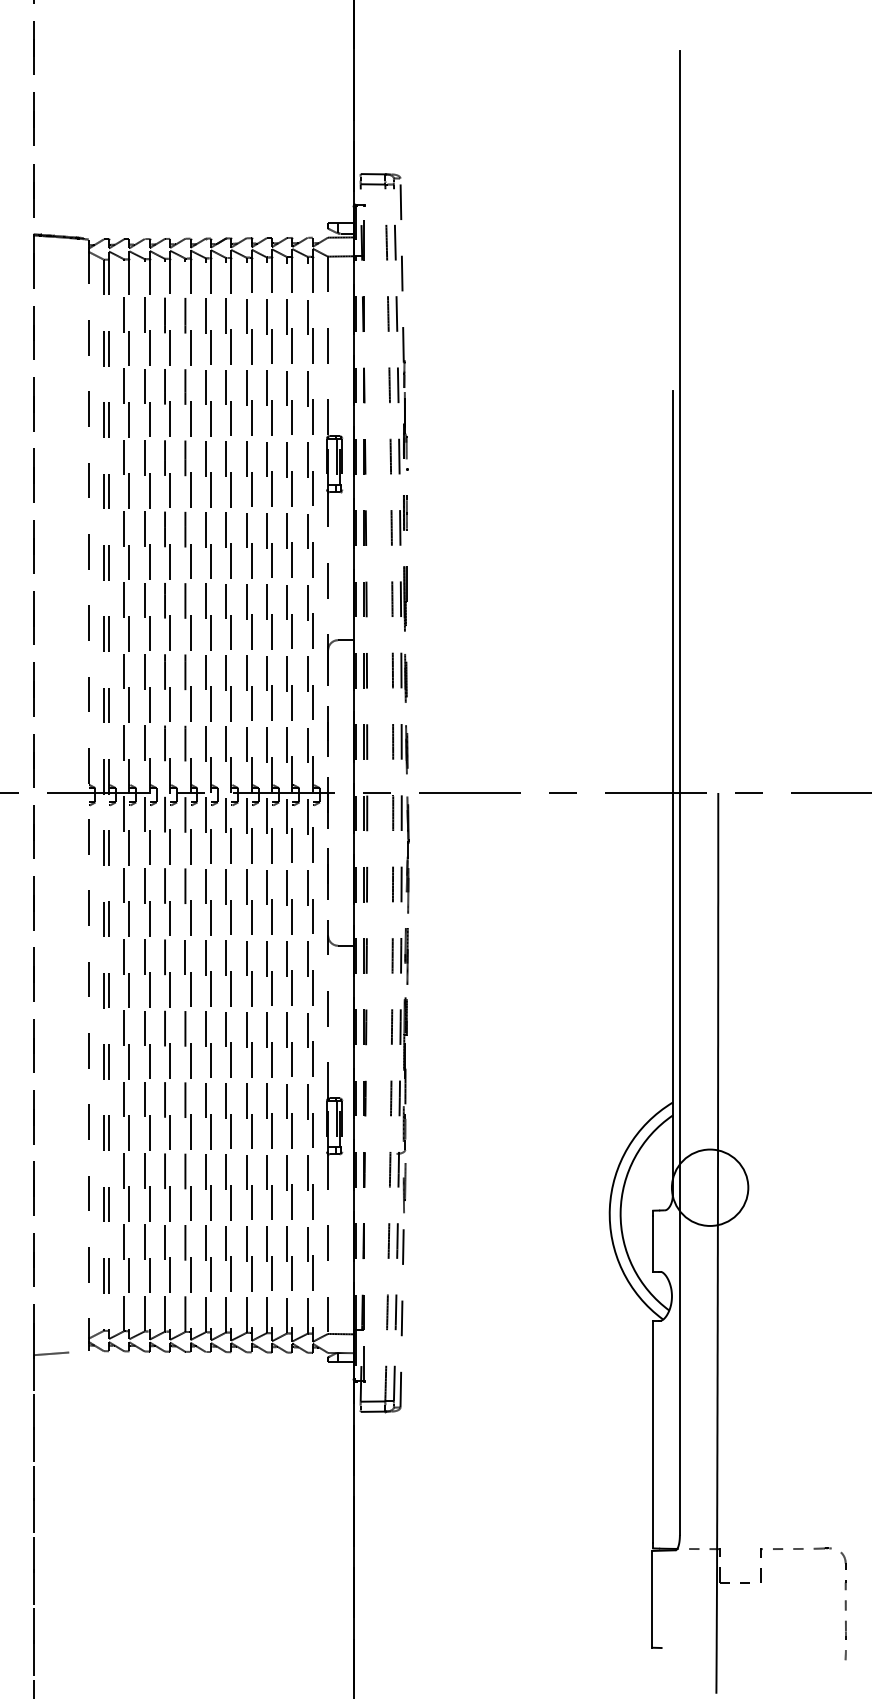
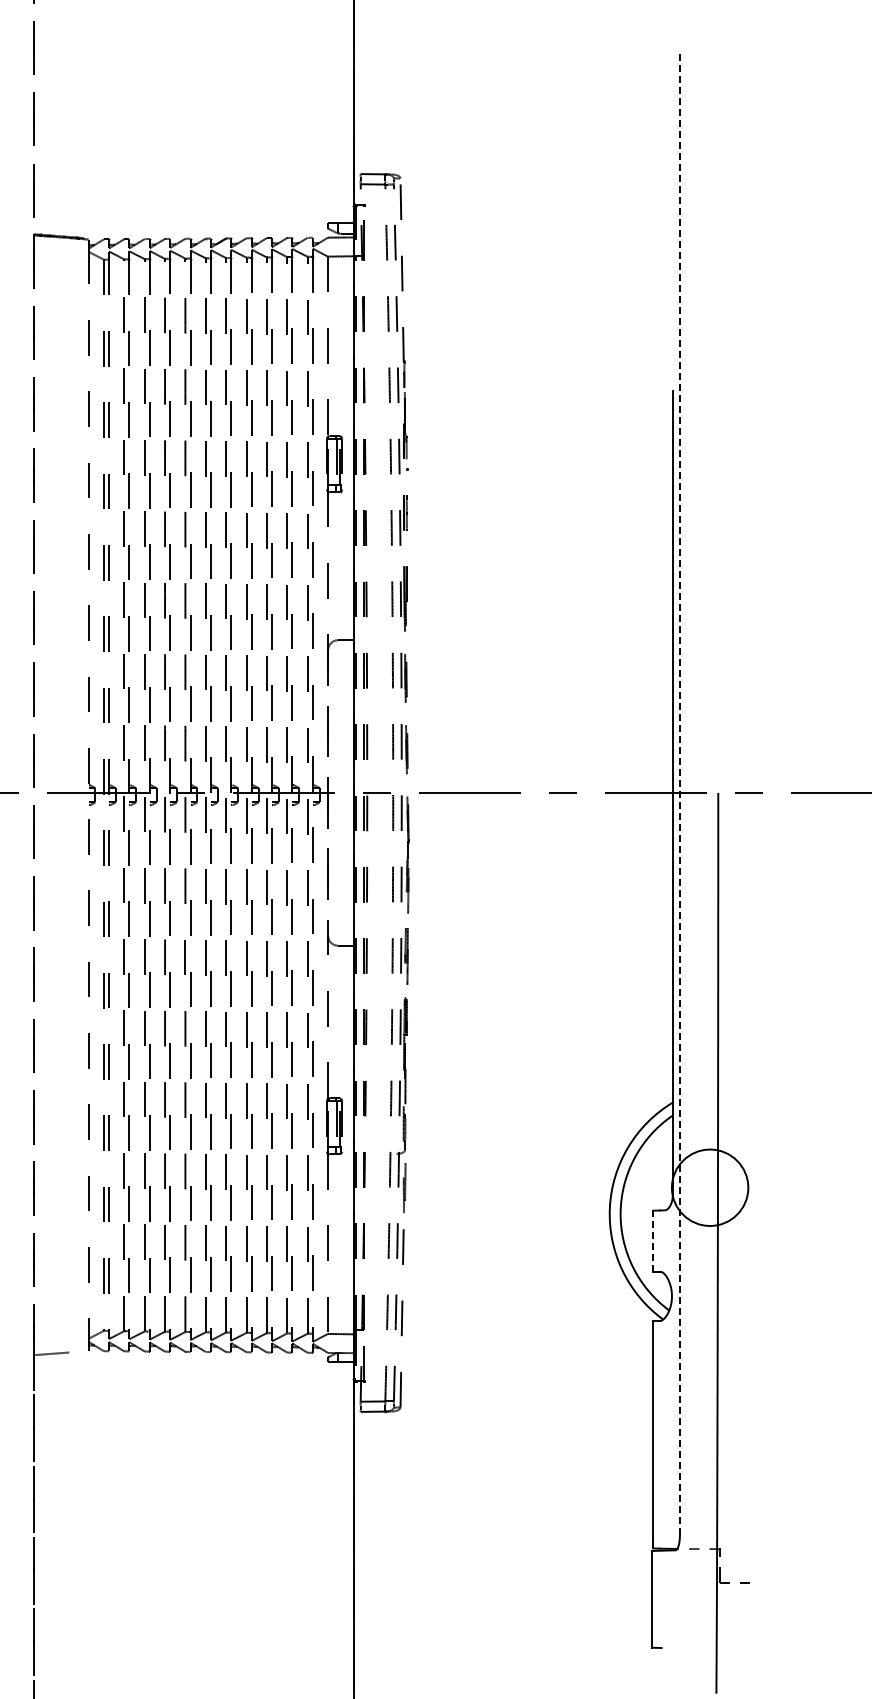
line at (679, 792): solid -> dashed
line at (653, 1243): solid -> dashed
part at (844, 1603): present -> none
